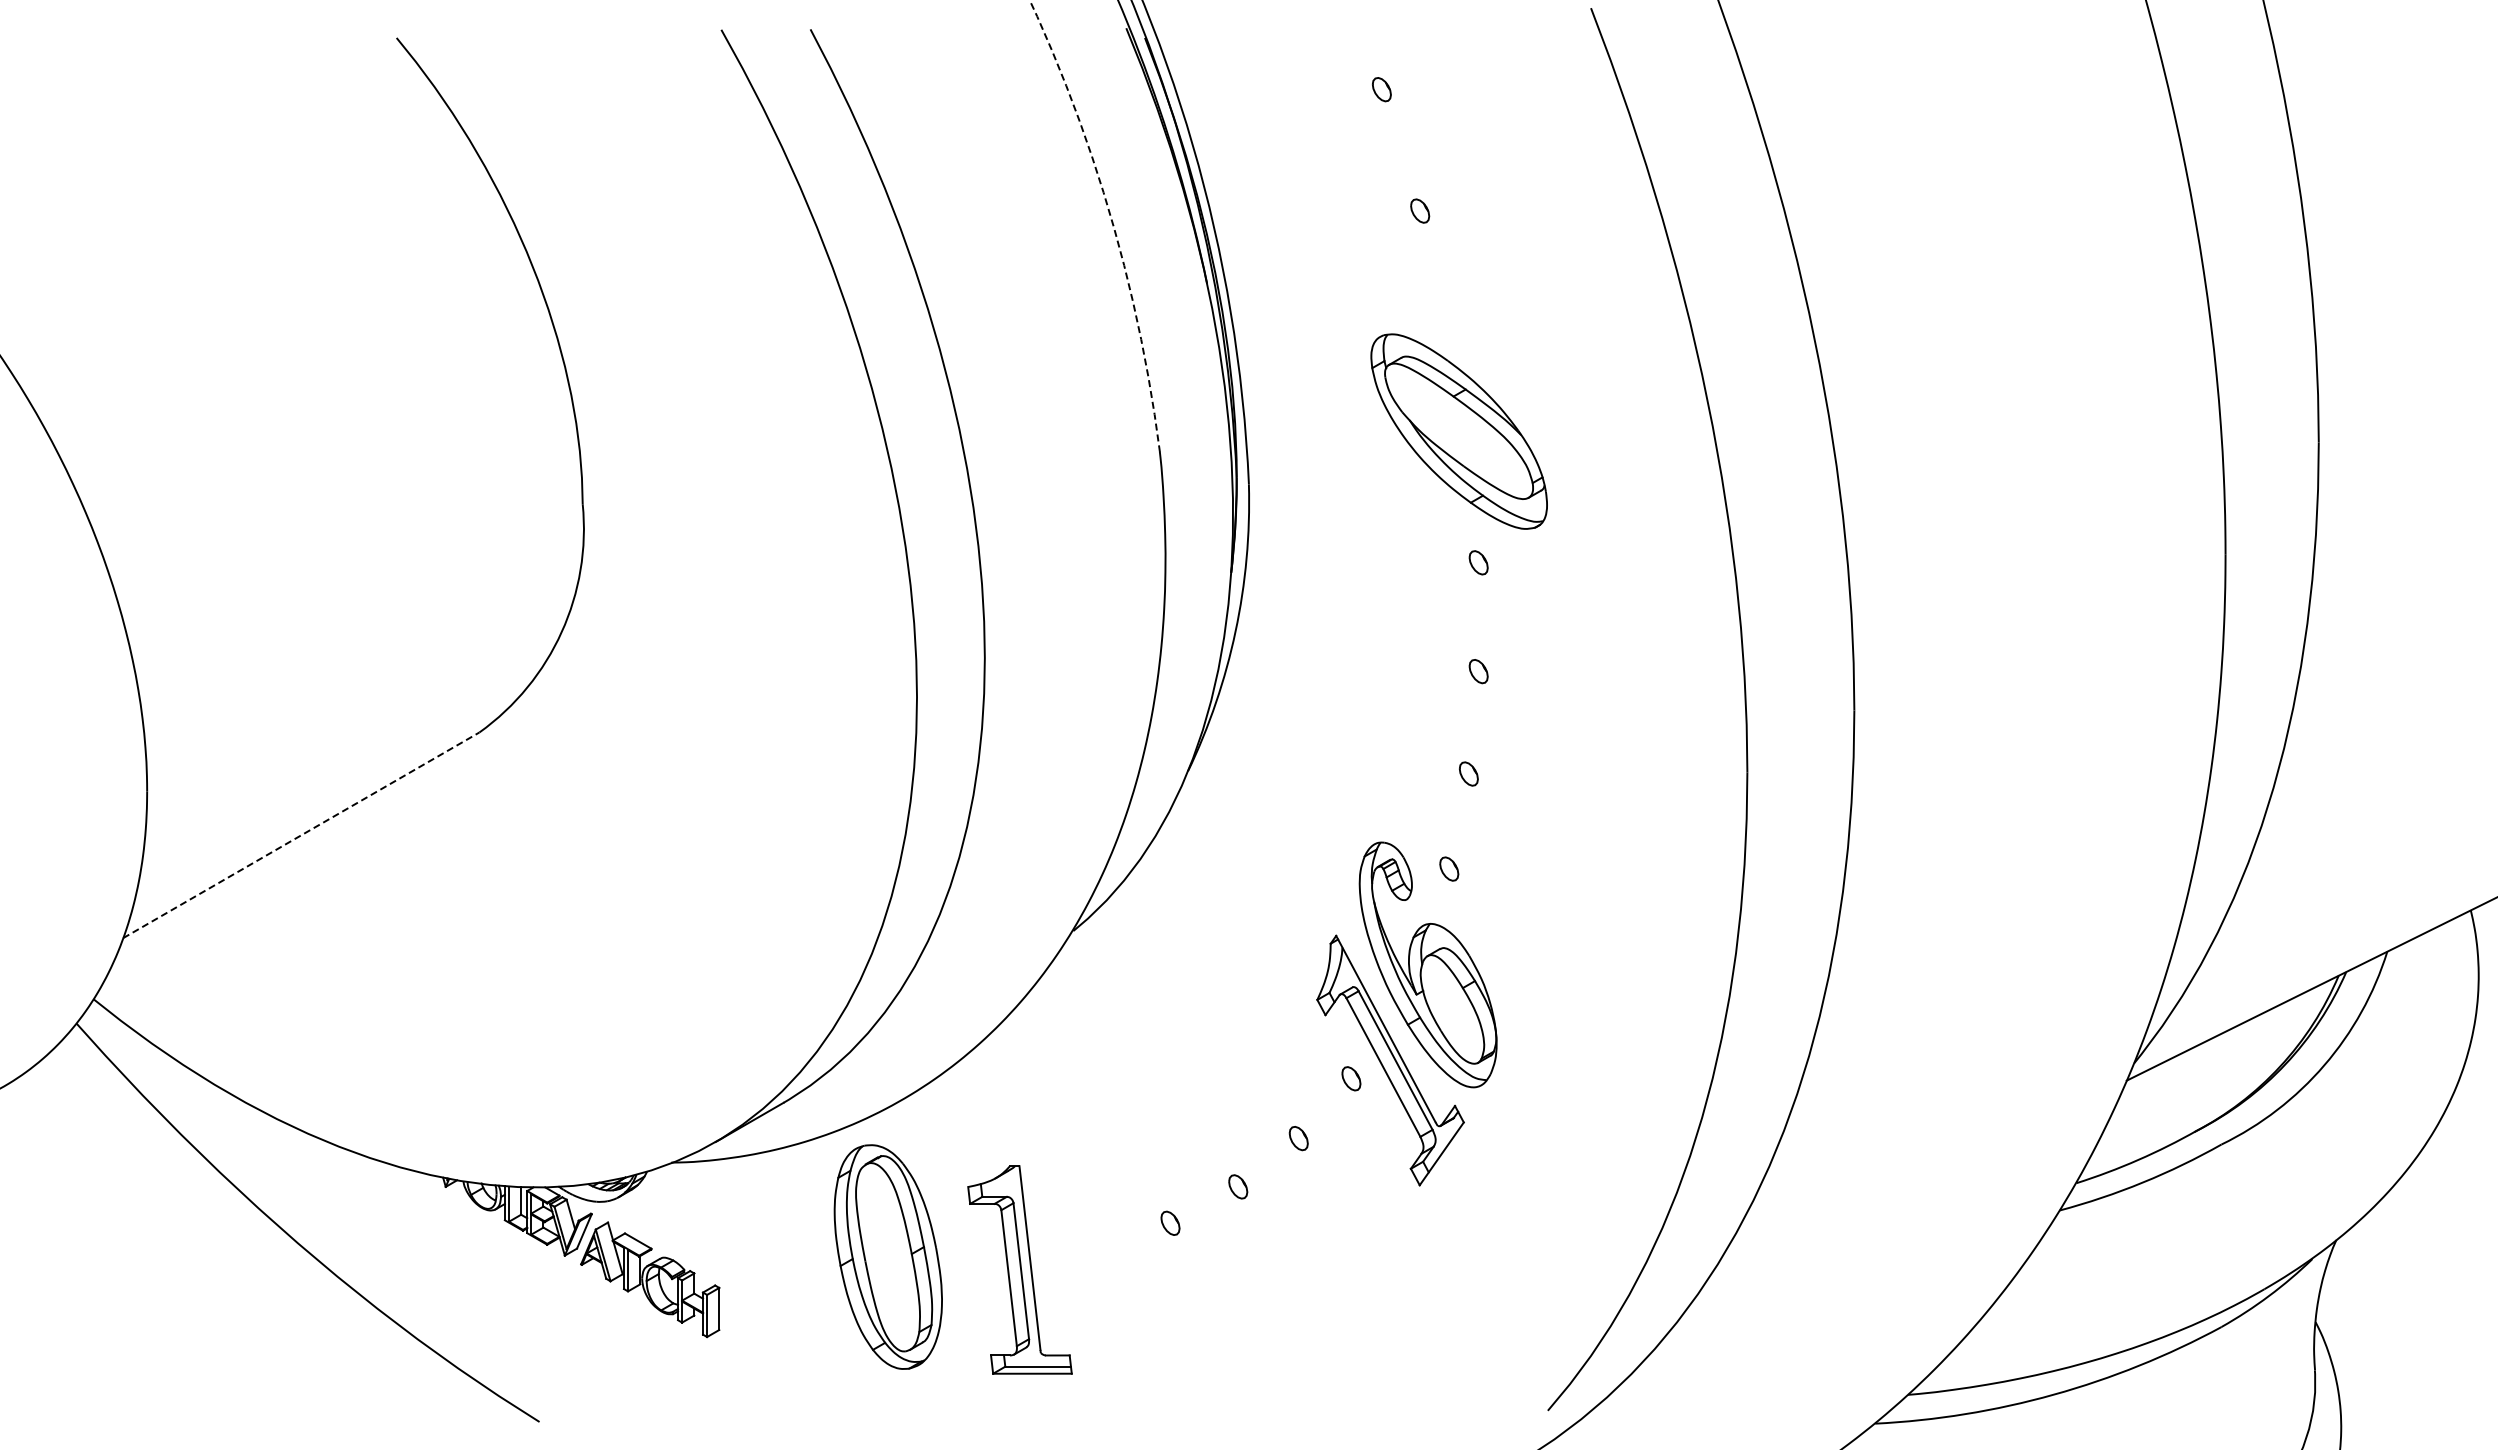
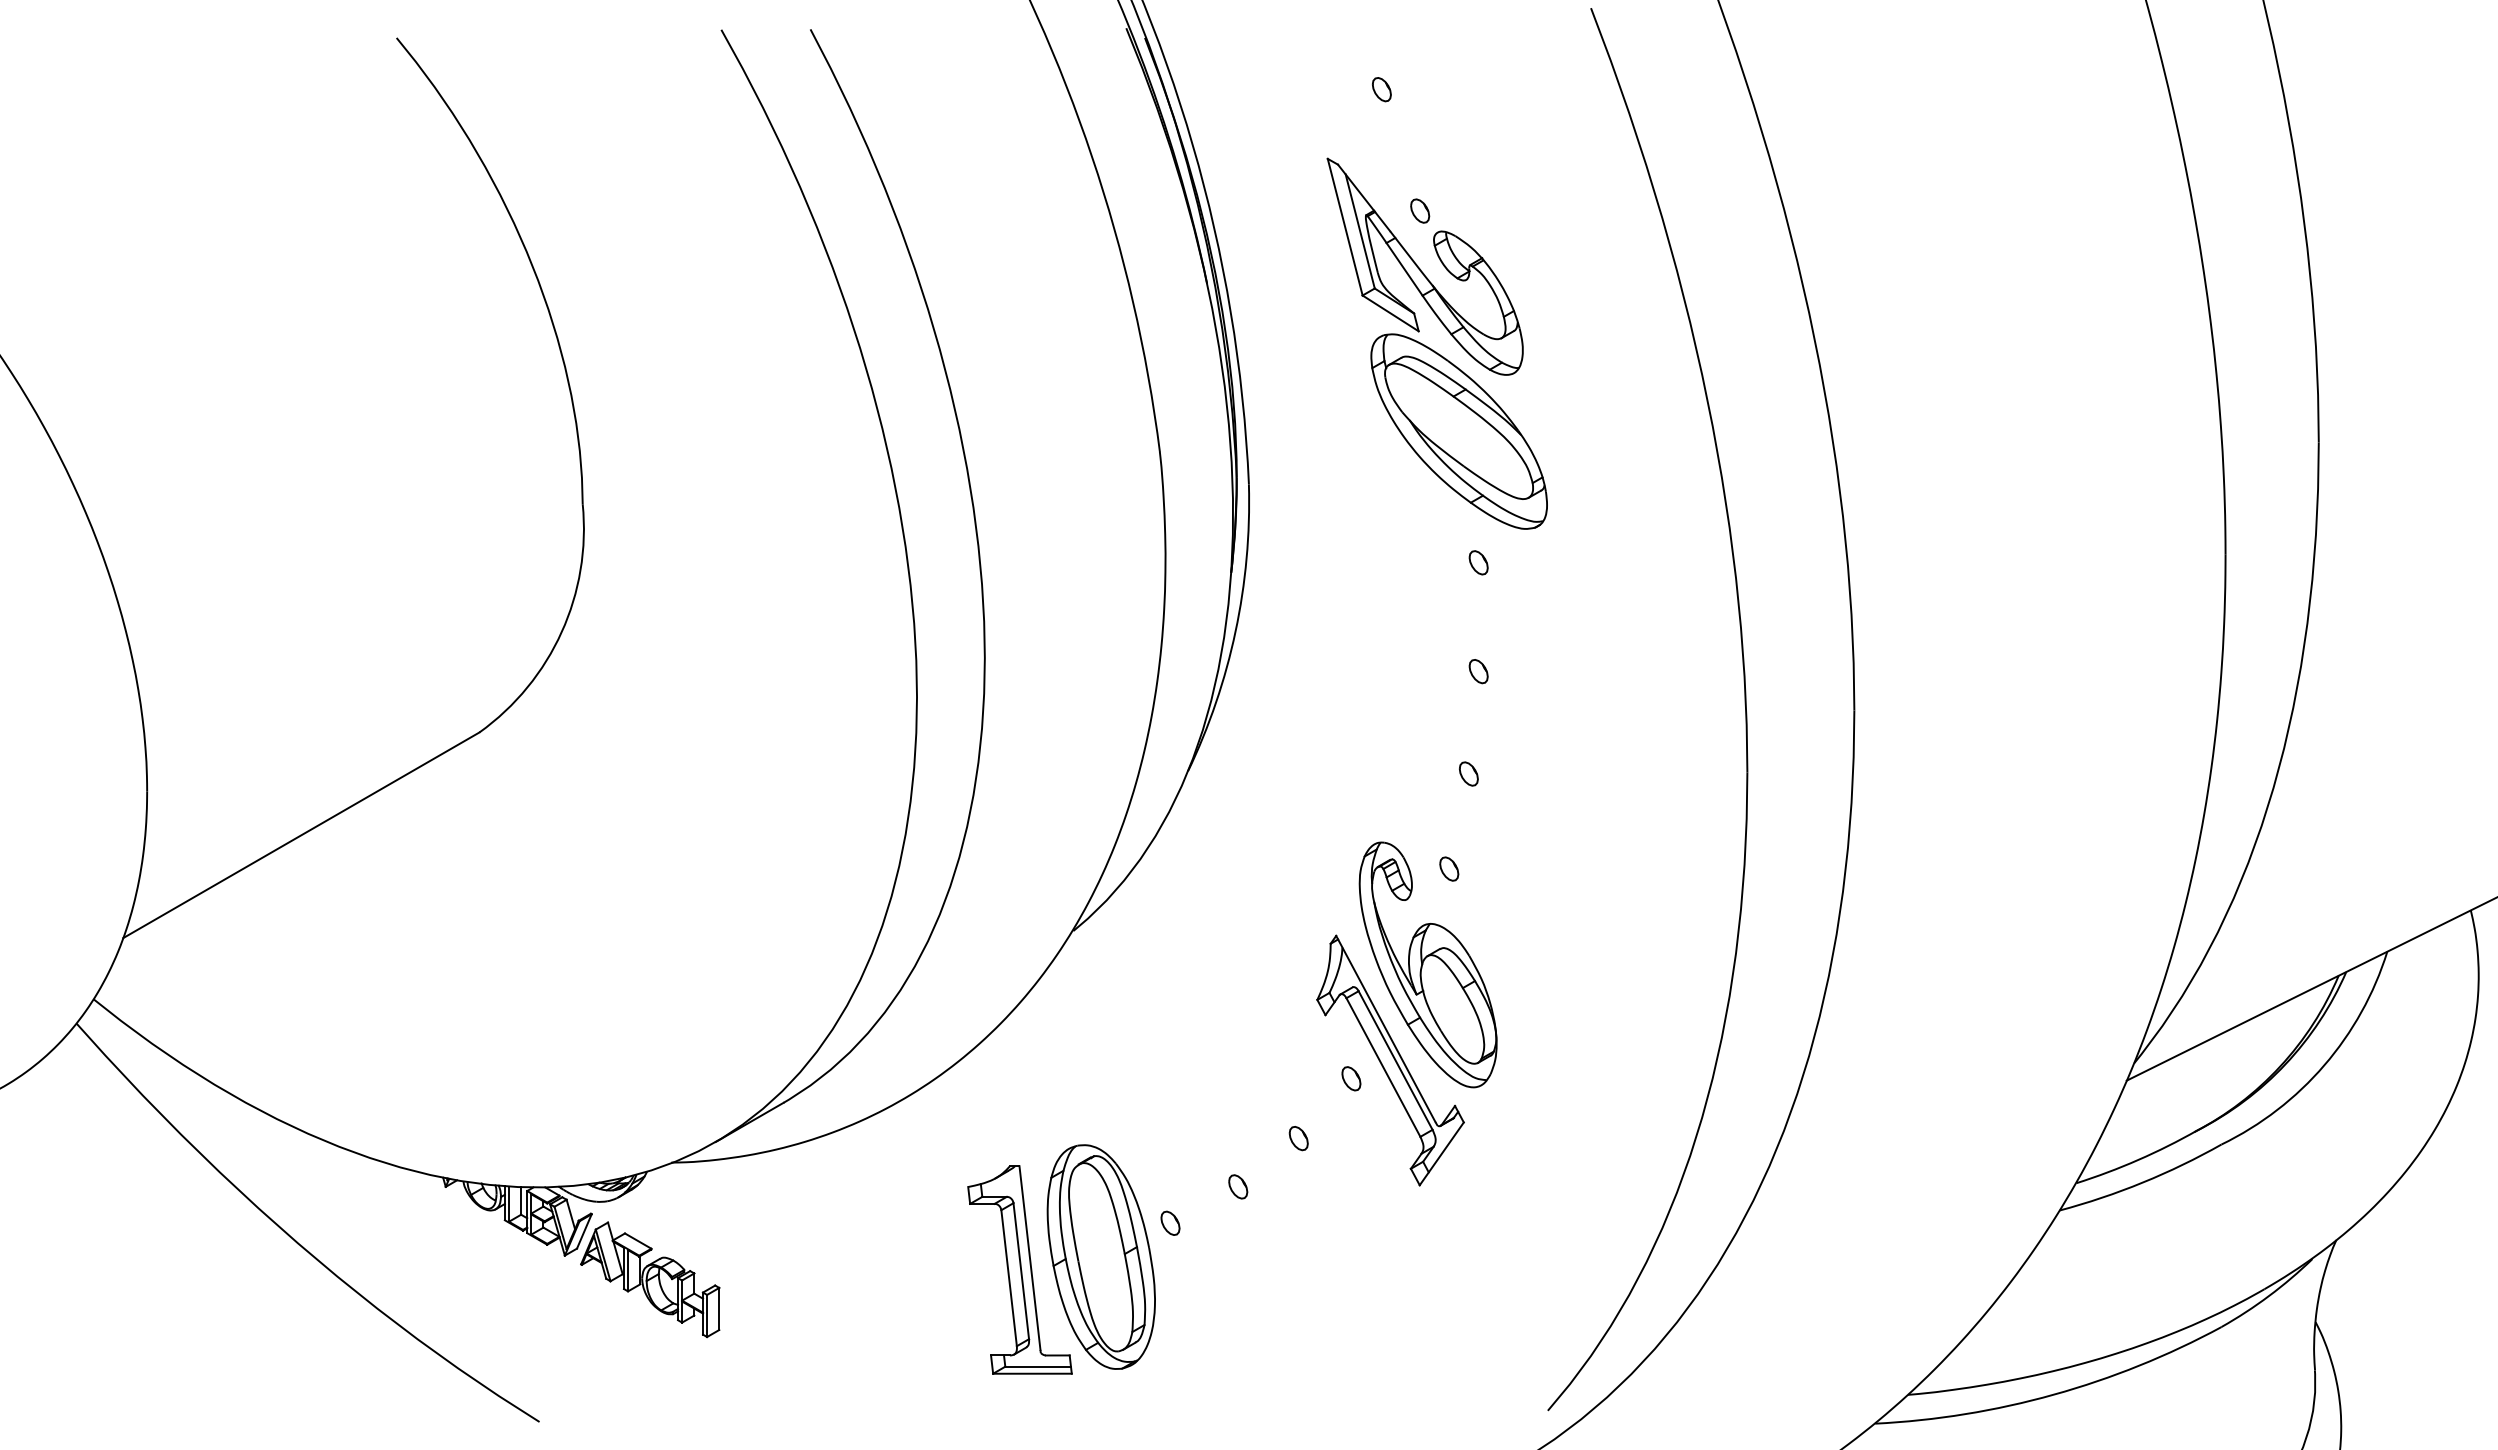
arc at (1112, 221): dashed -> solid
part at (1424, 266): none -> present
line at (301, 835): dashed -> solid
part at (887, 1256) position: (887, 1256) -> (1100, 1256)
